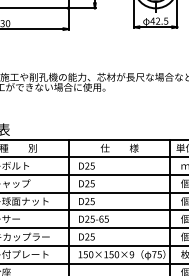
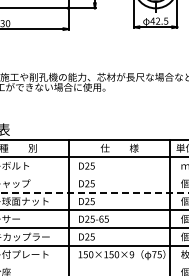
line at (93, 174): present -> none
line at (94, 192): solid -> dashed
line at (93, 263): present -> none
